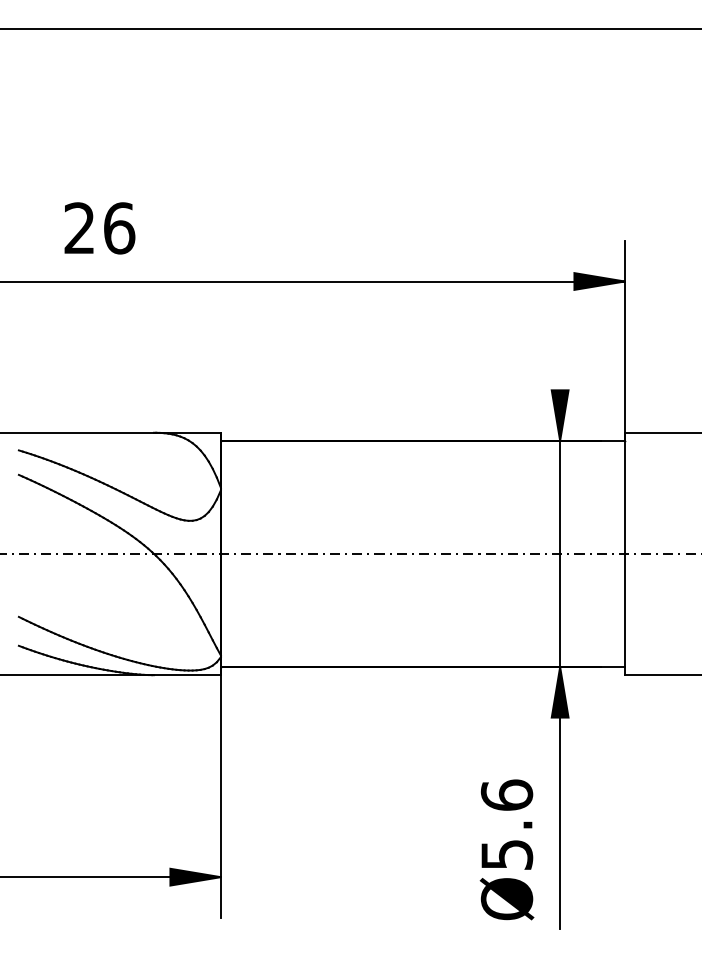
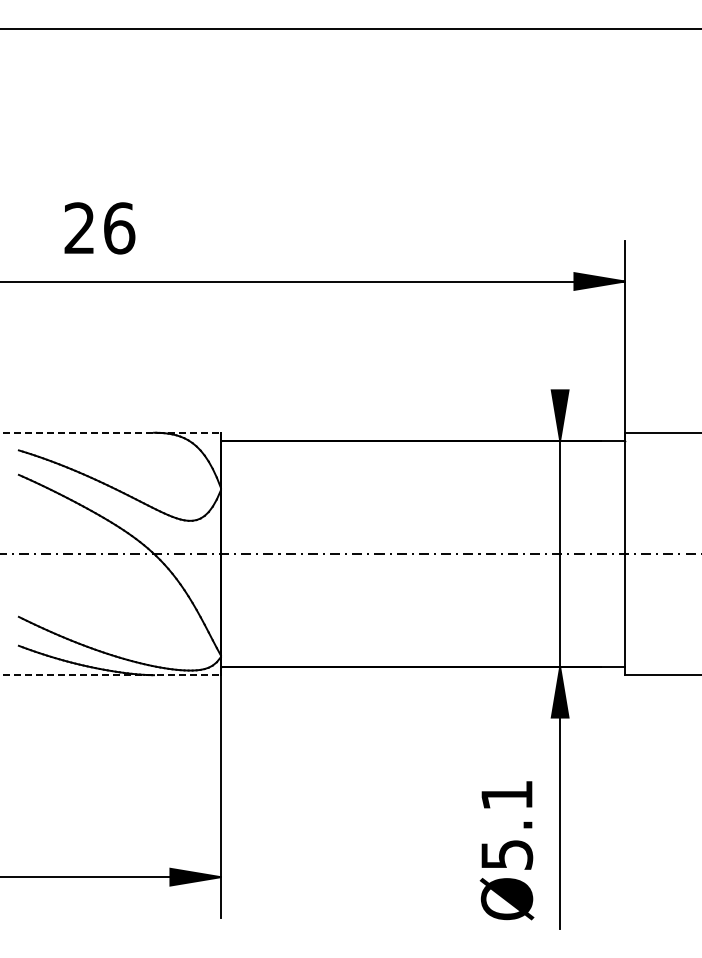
line at (111, 432): solid -> dashed
line at (111, 675): solid -> dashed
text at (506, 794): Ø5.6 -> Ø5.1
